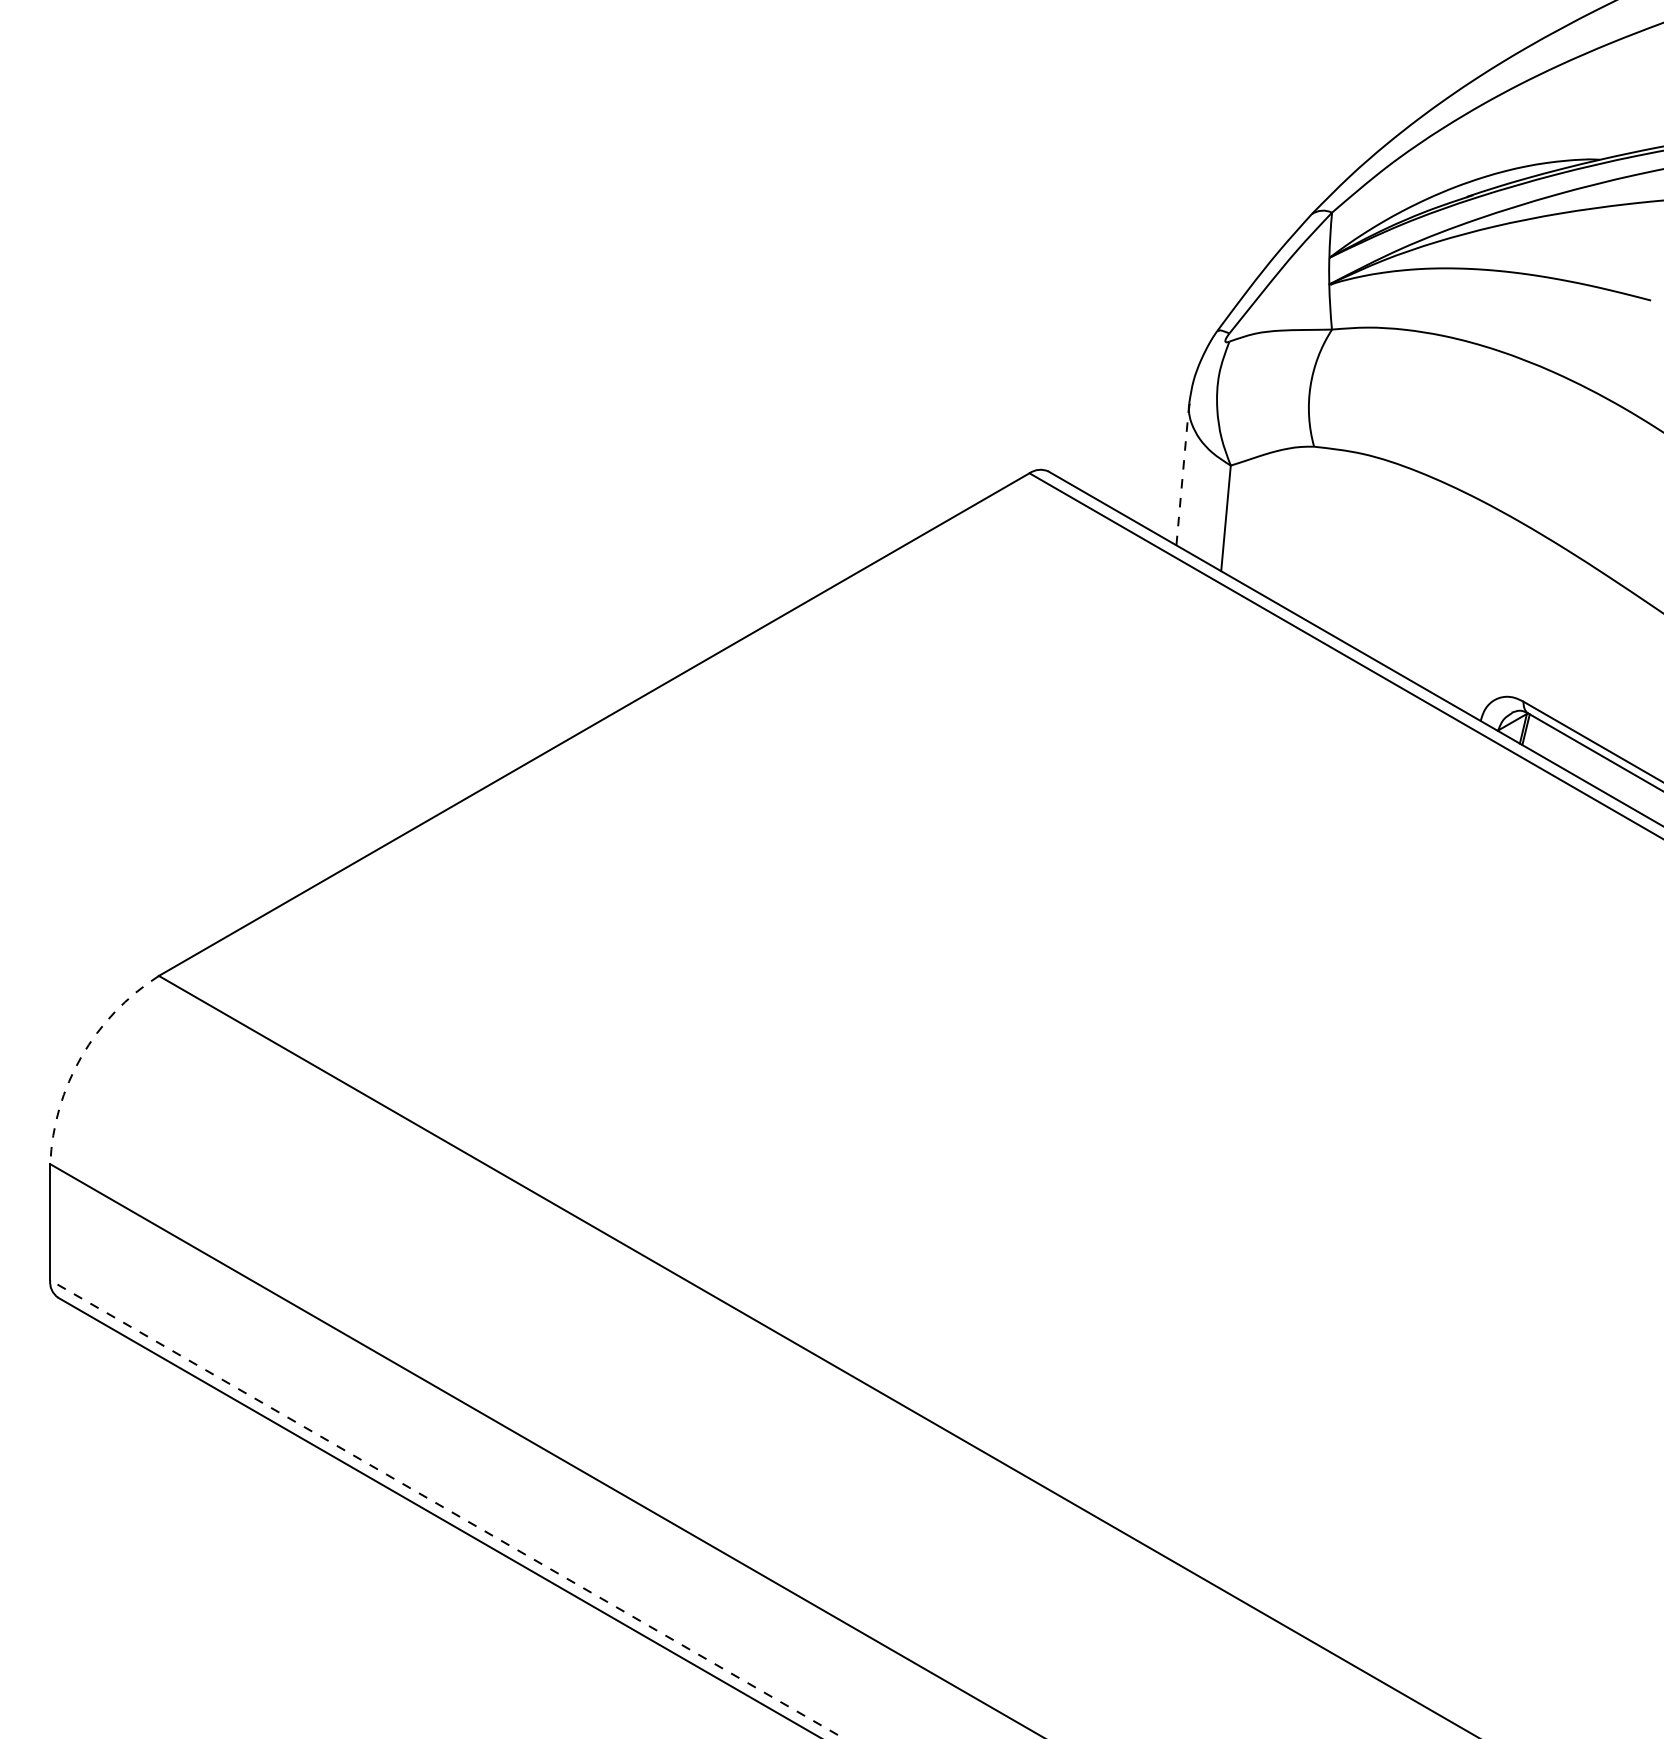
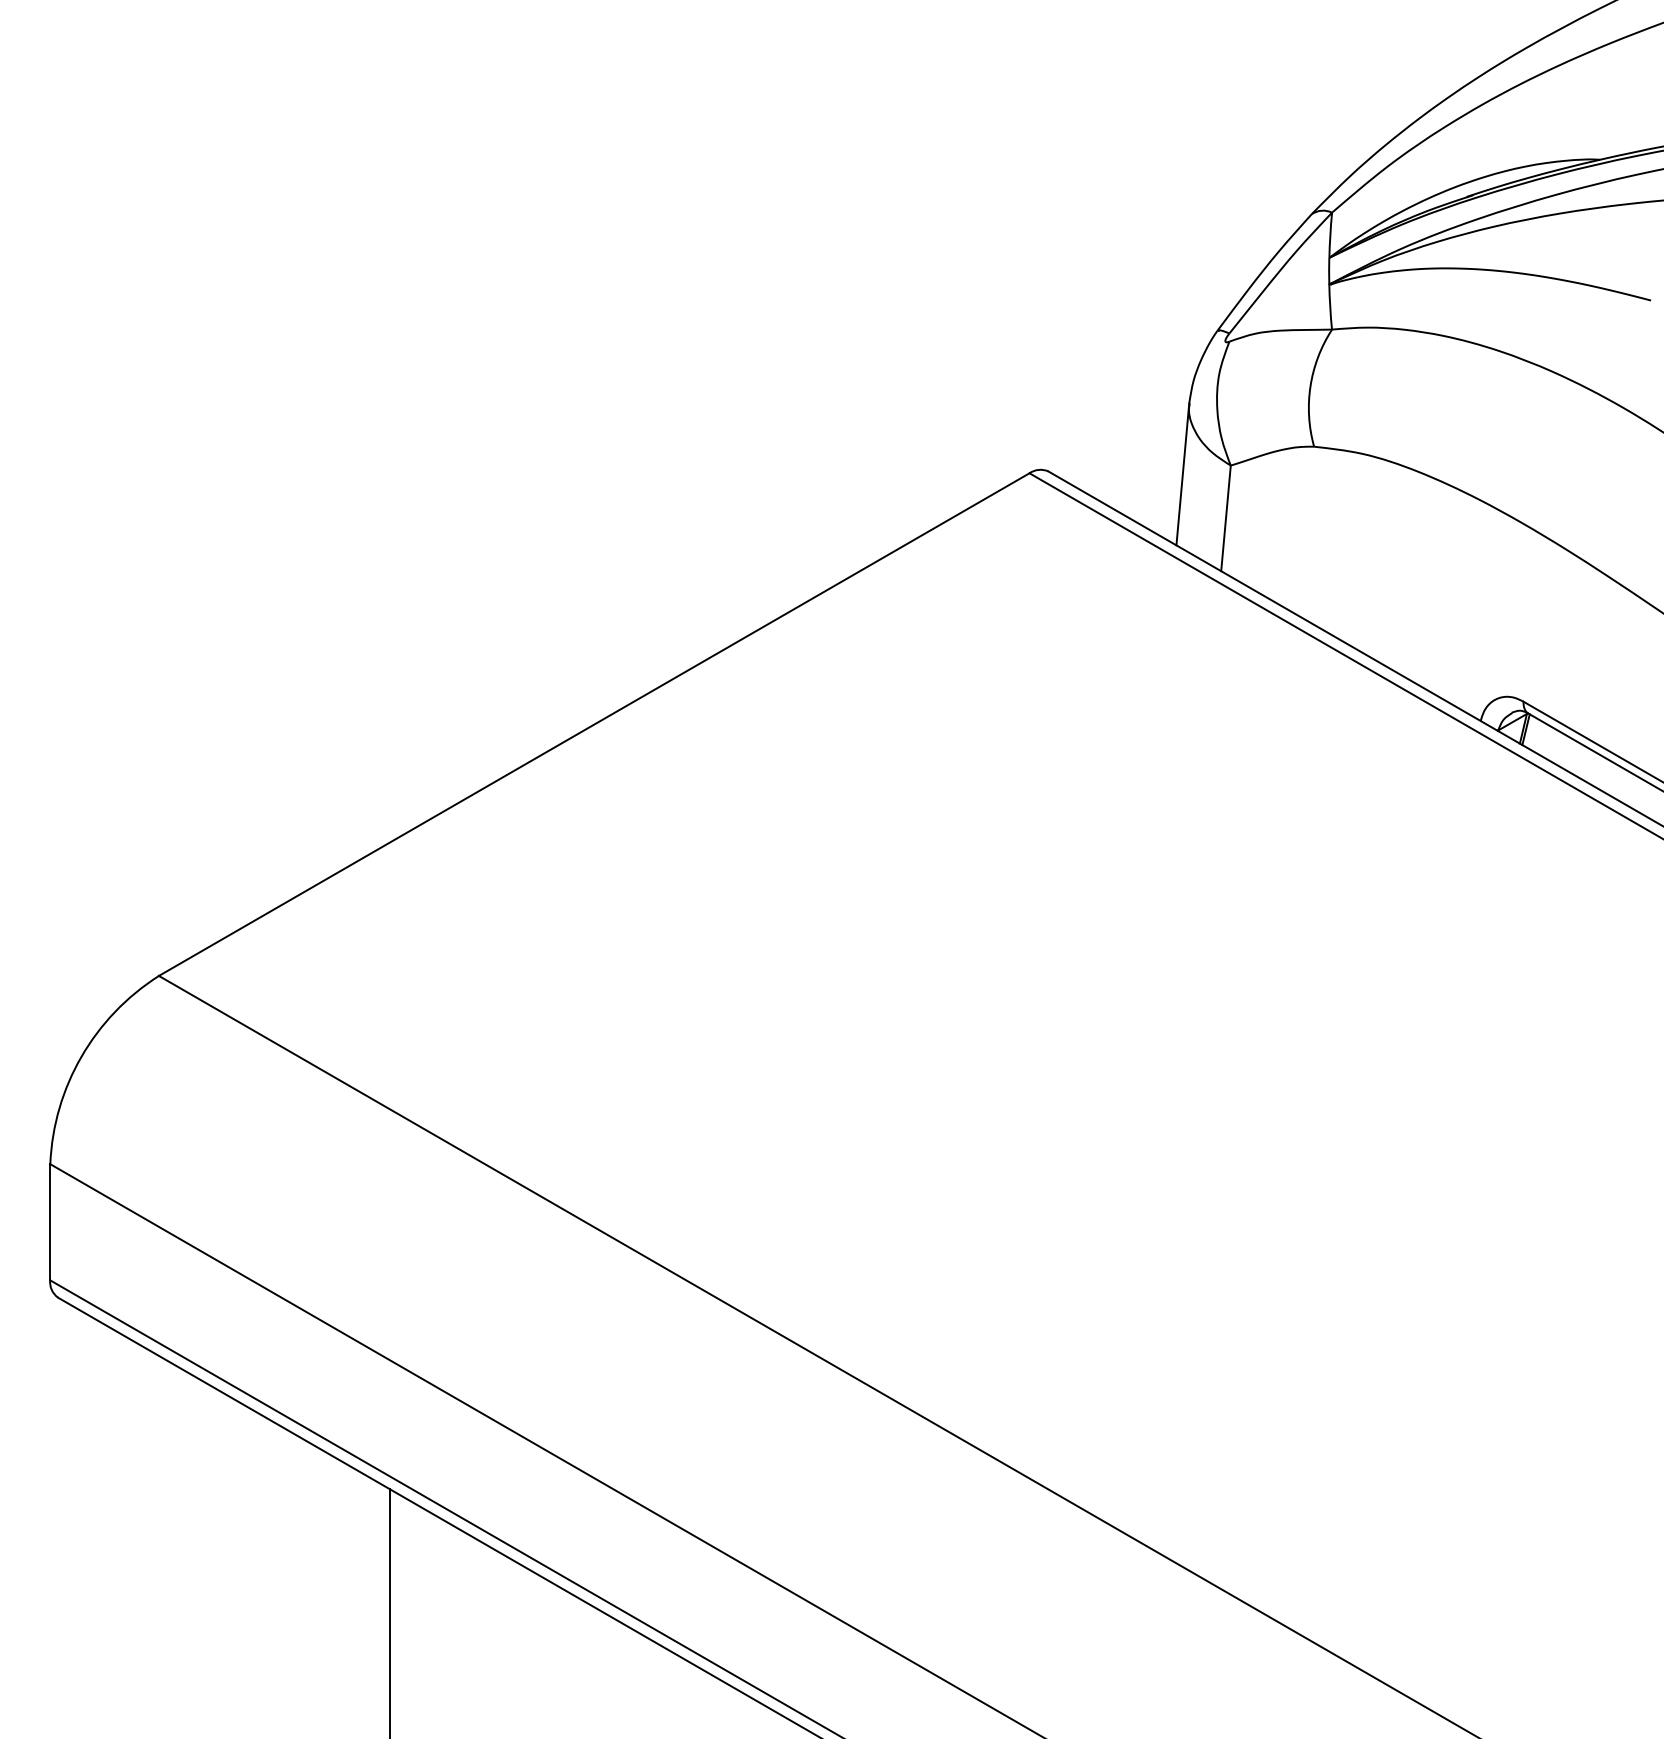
line at (1182, 474): dashed -> solid
arc at (81, 1056): dashed -> solid
line at (446, 1509): dashed -> solid
line at (389, 1612): none -> present
